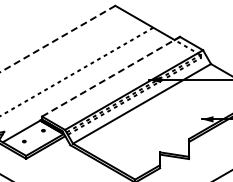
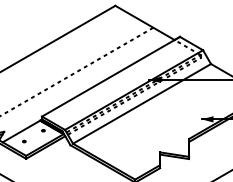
line at (57, 39): dashed -> solid
line at (111, 76): dashed -> solid
